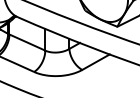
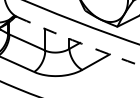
arc at (78, 42): solid -> dashed
